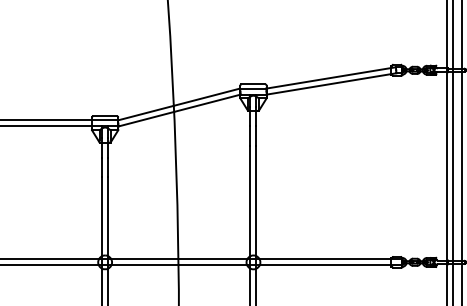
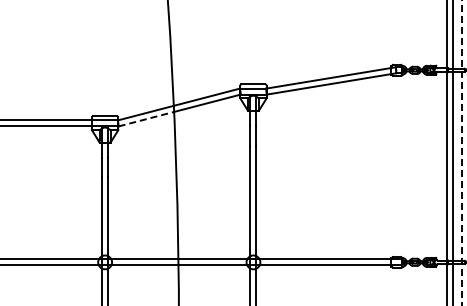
line at (146, 119): solid -> dashed
line at (462, 153): solid -> dashed
